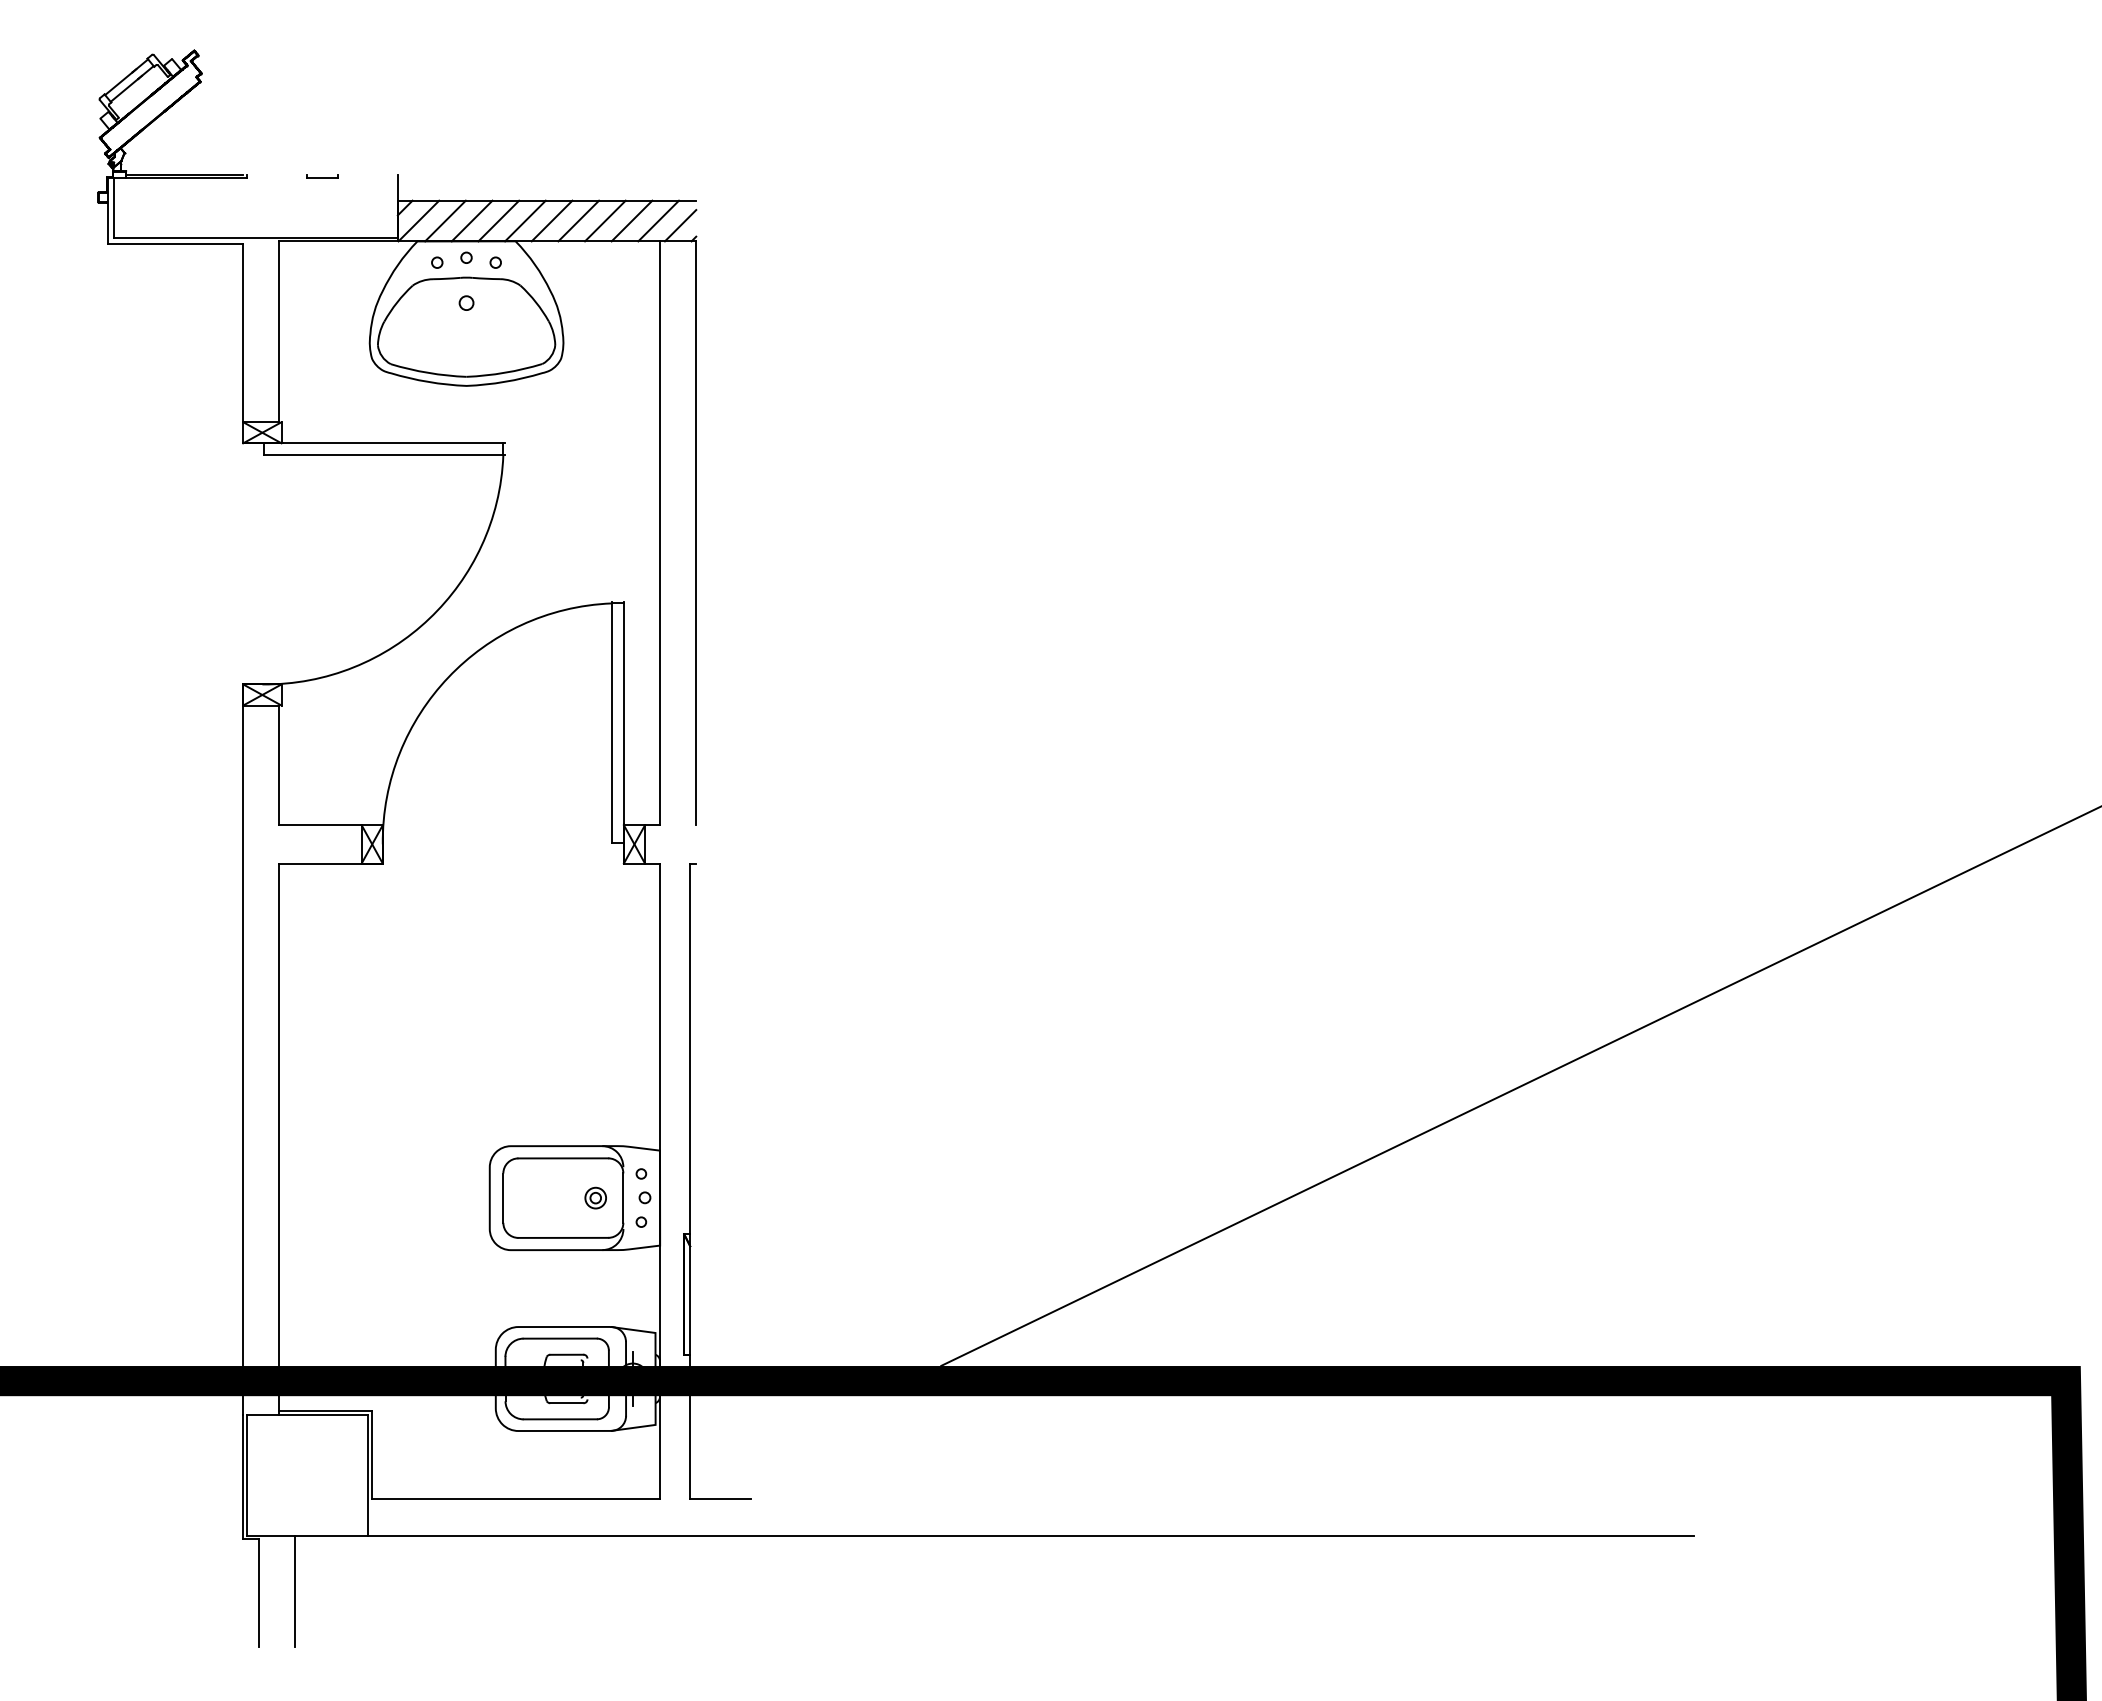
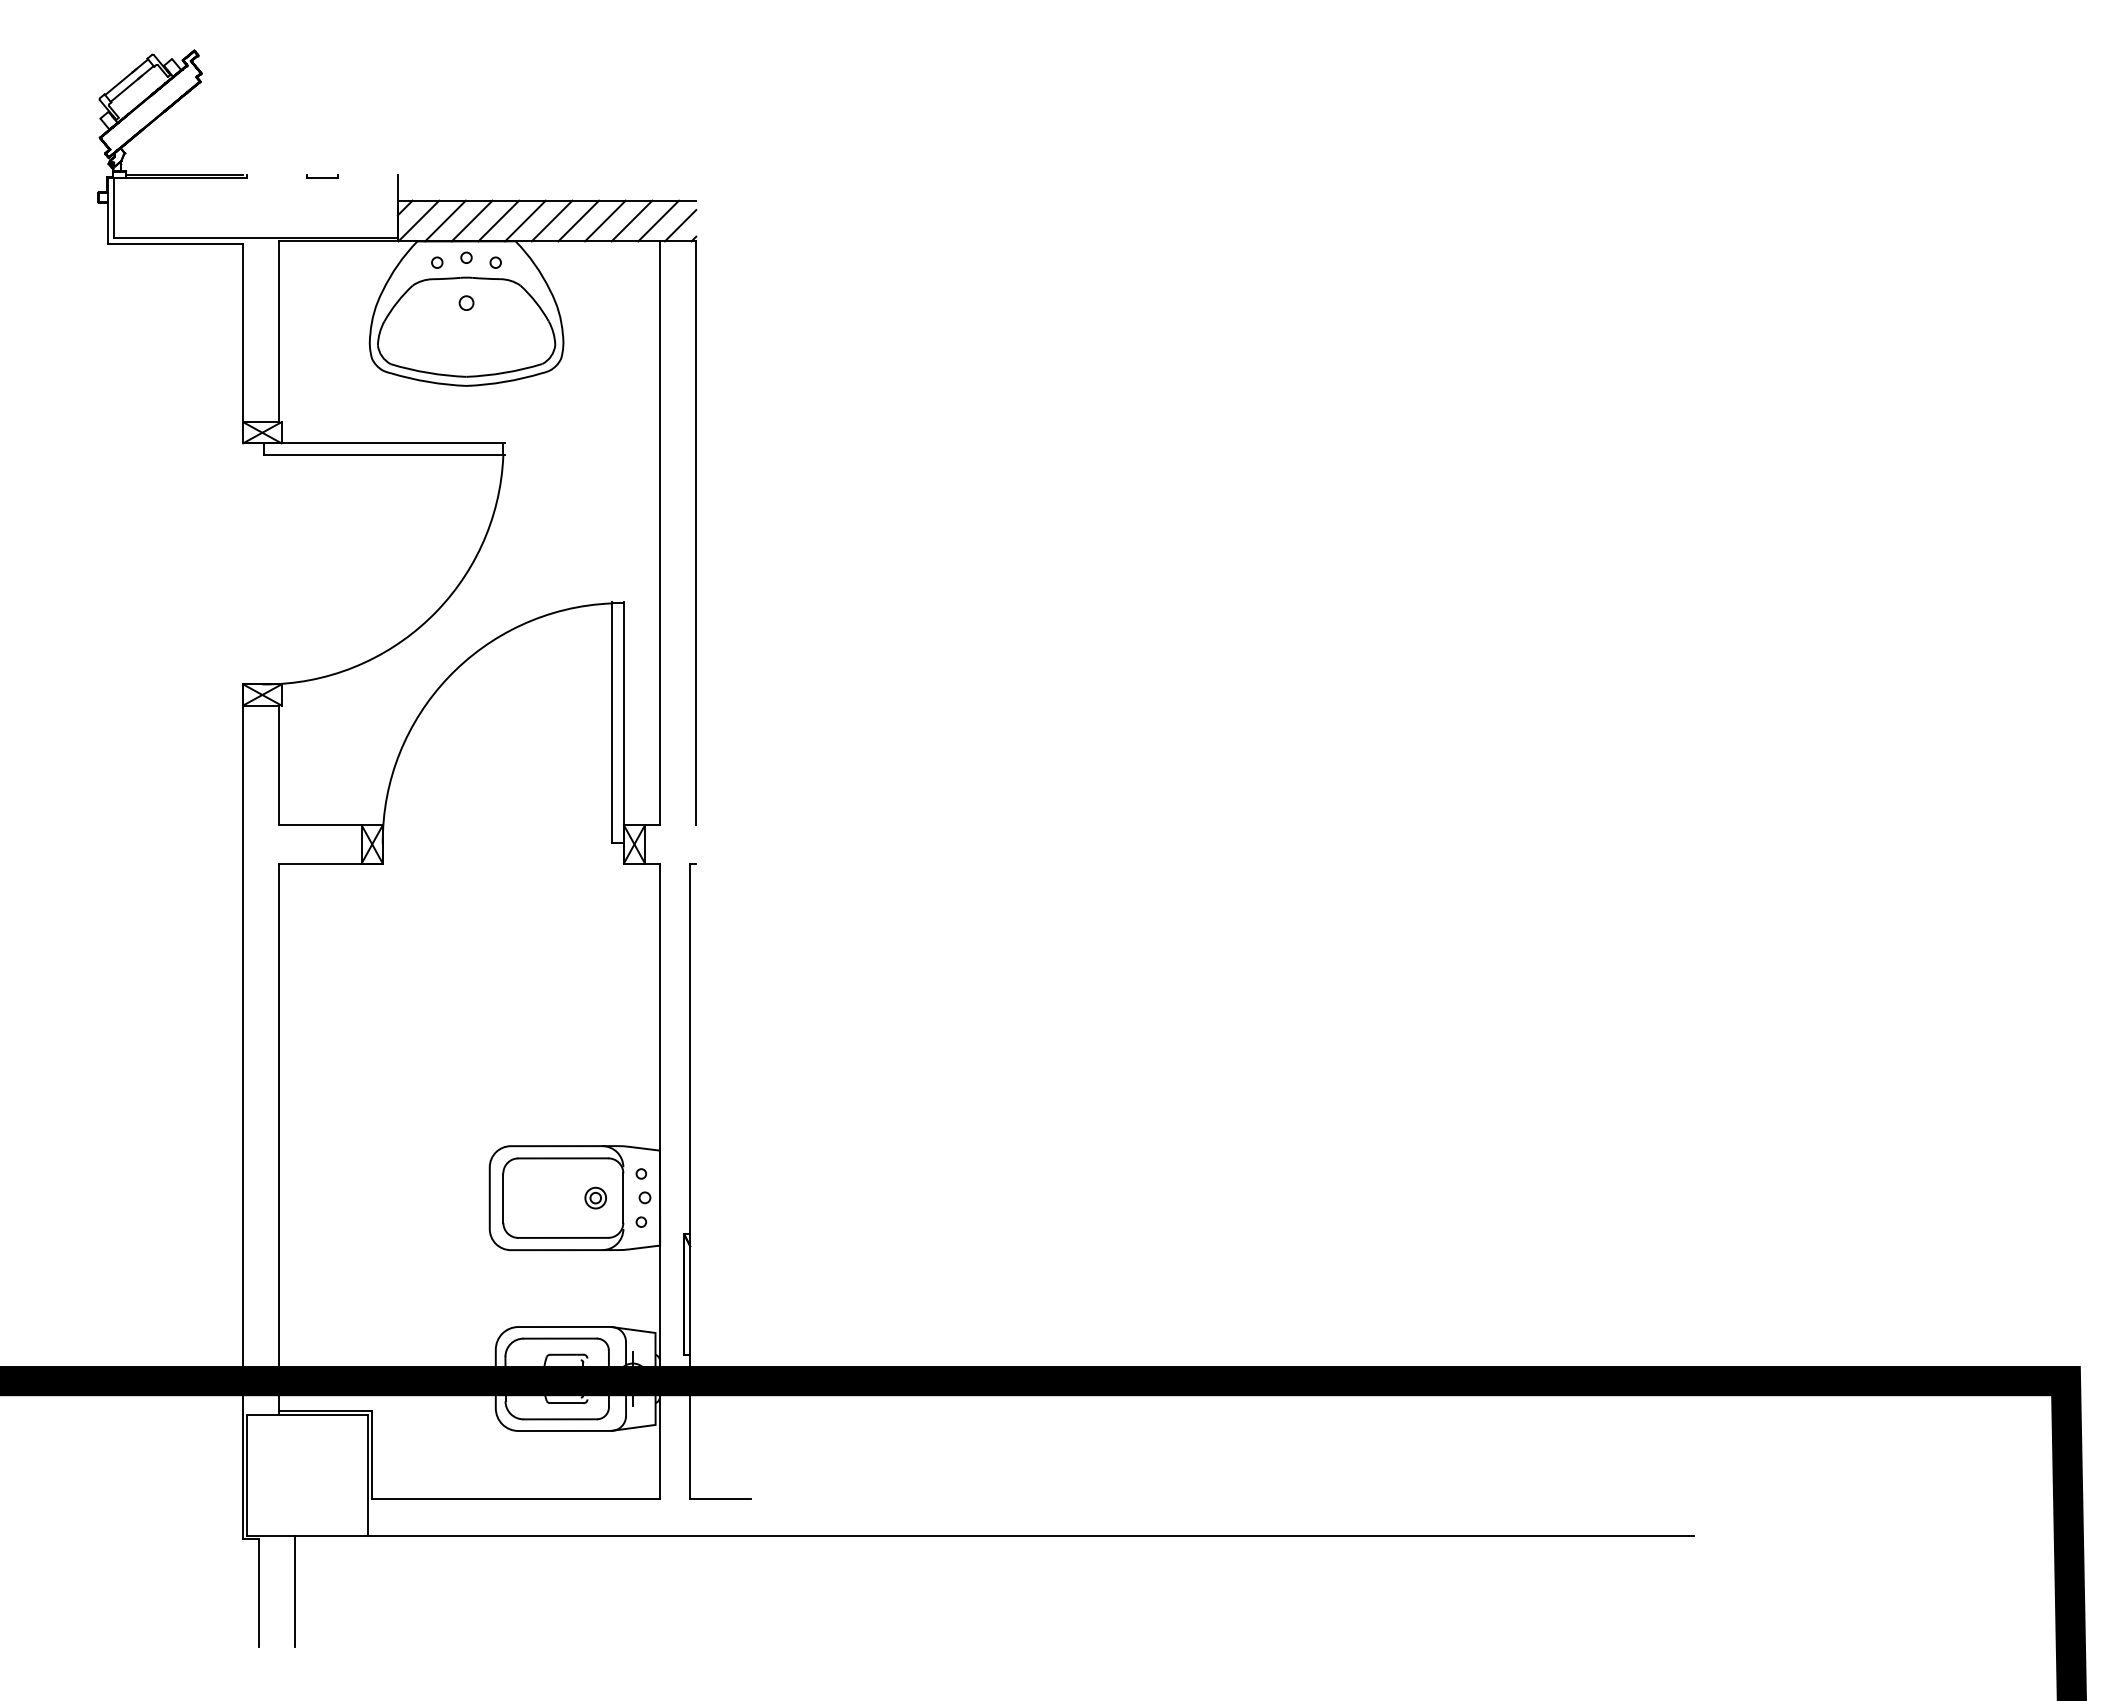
line at (1519, 1086): present -> none
